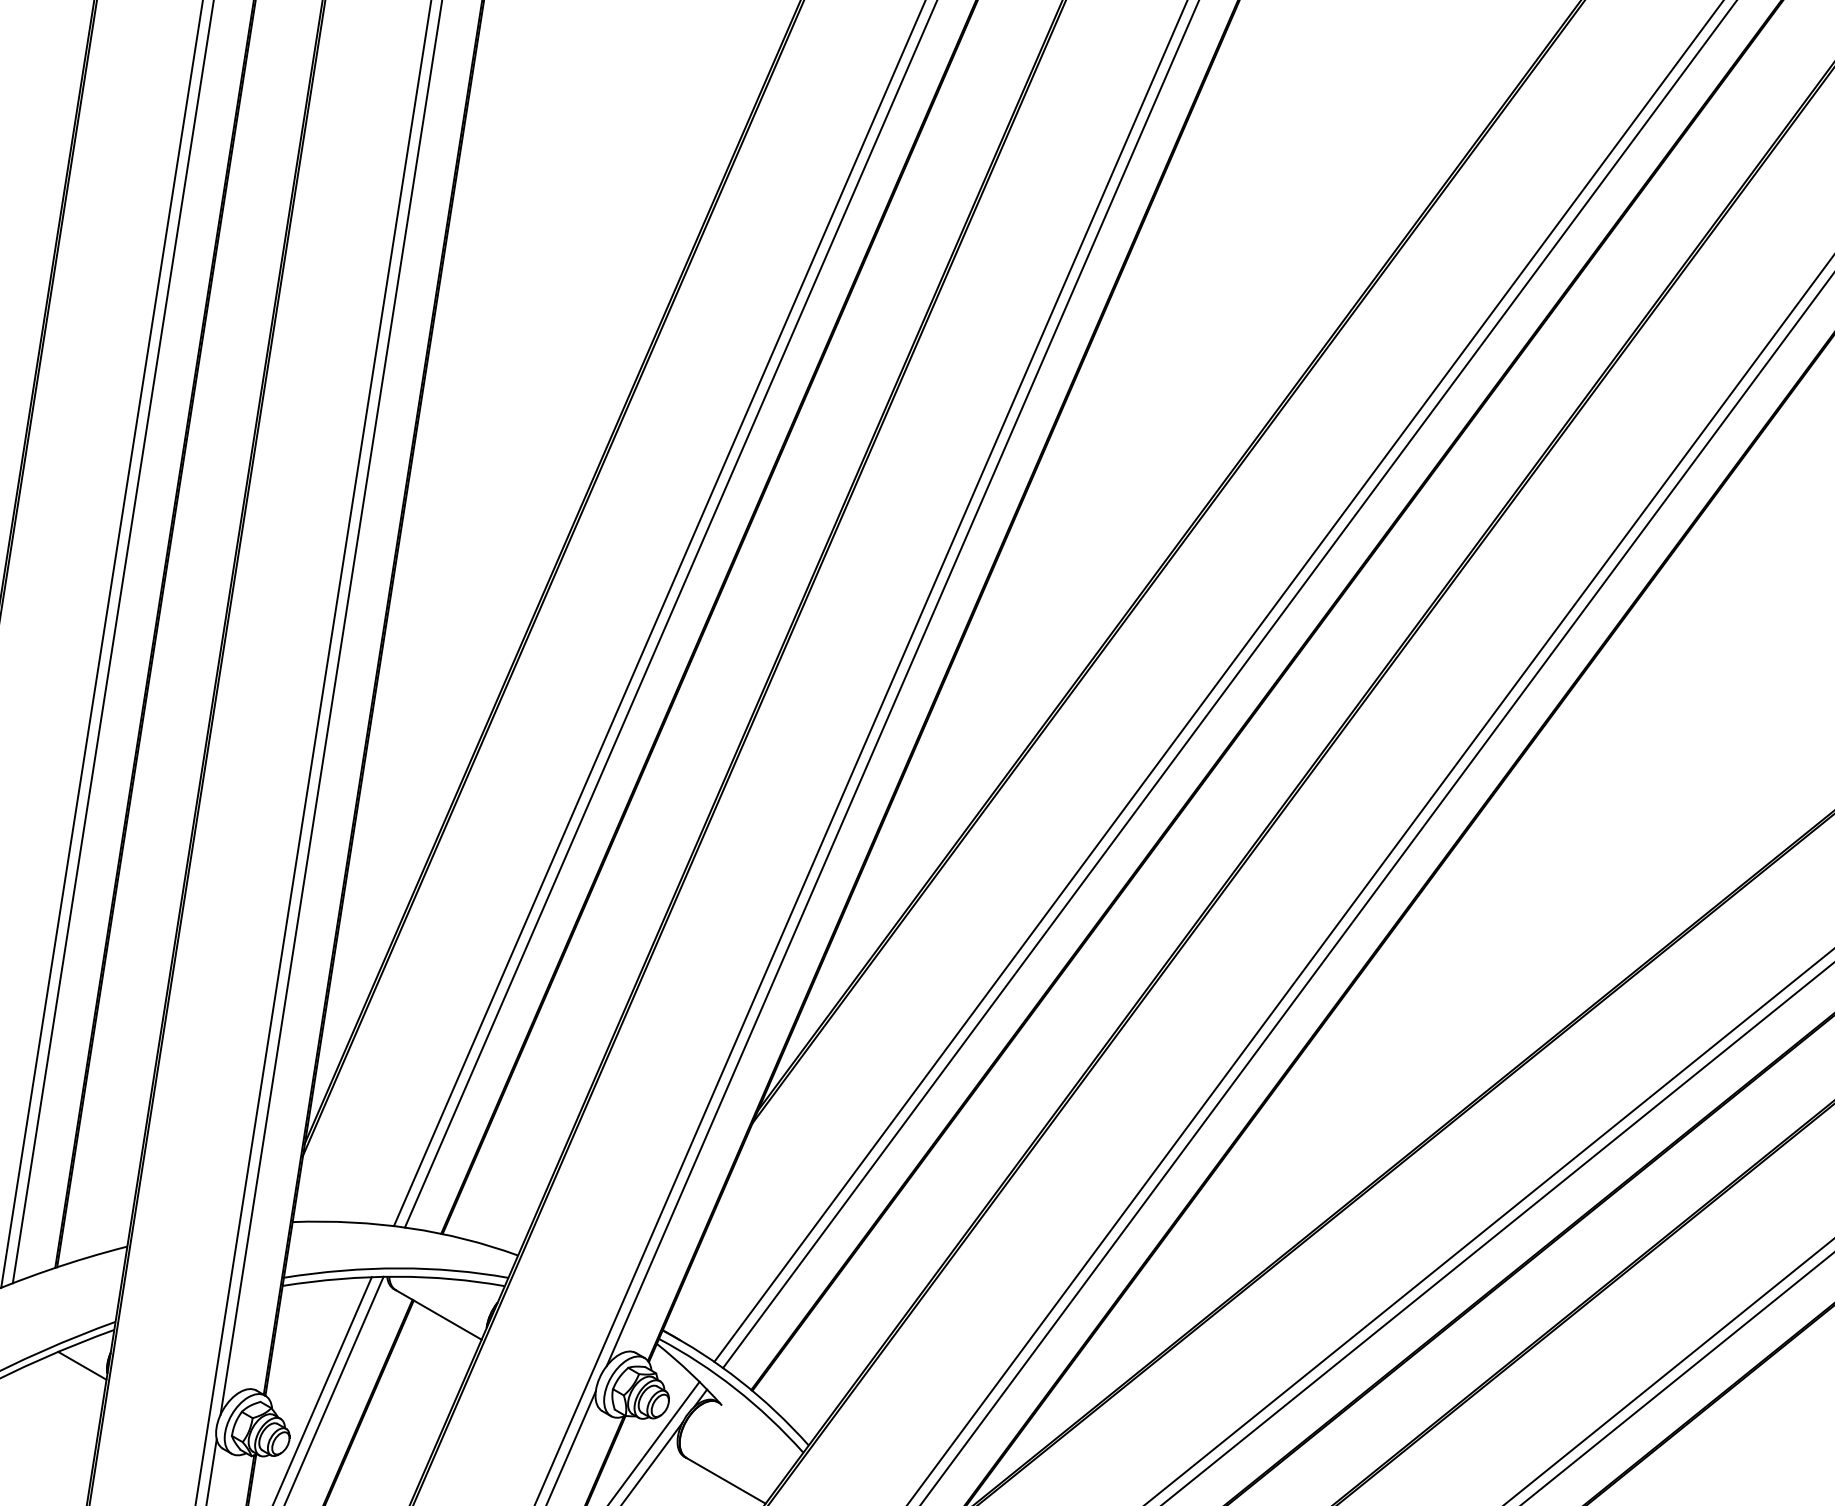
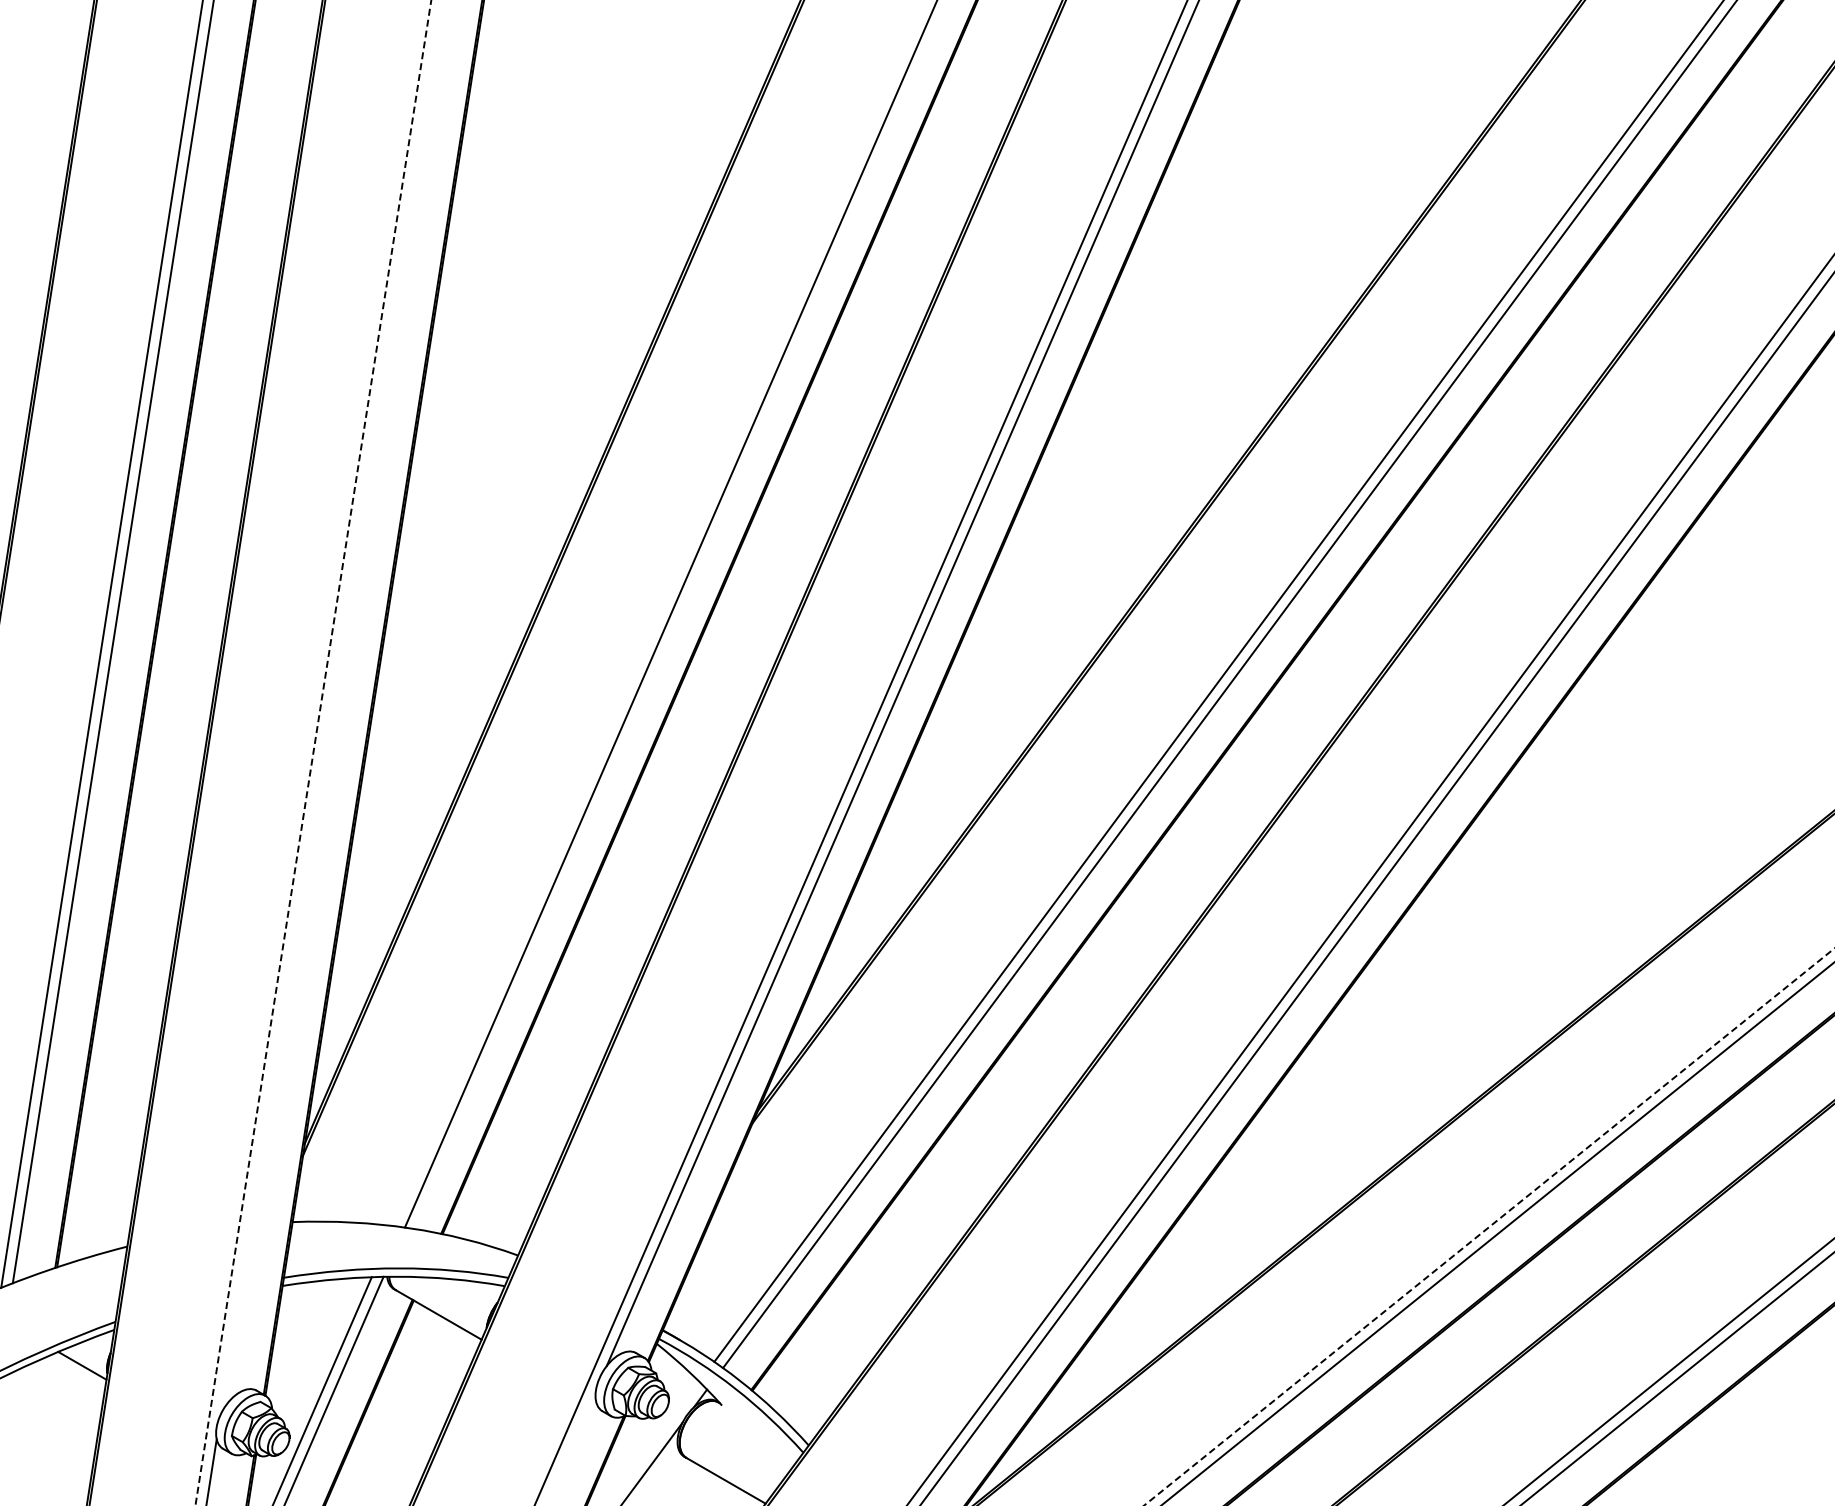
line at (658, 614): present -> none
line at (330, 708): present -> none
line at (313, 753): solid -> dashed
line at (1488, 1227): solid -> dashed
line at (654, 1441): present -> none
line at (571, 1446): present -> none
